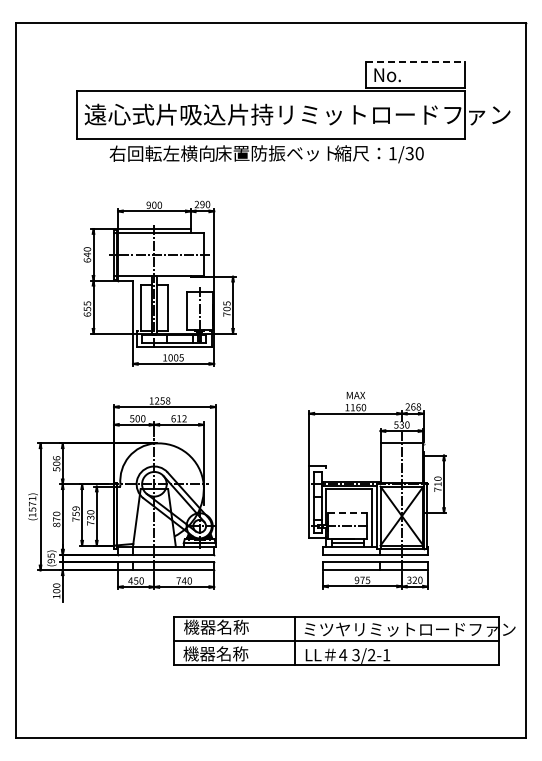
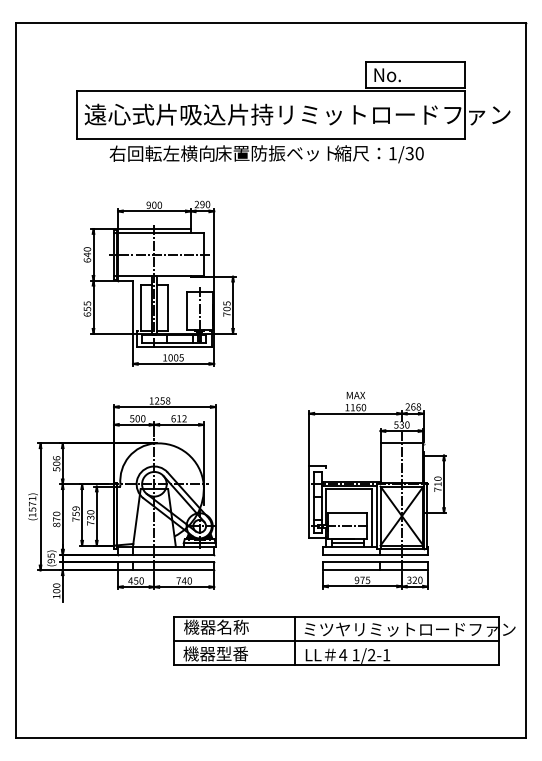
line at (415, 62): dashed -> solid
line at (348, 513): dashed -> solid
text at (232, 653): 機器名称 -> 機器型番
text at (355, 655): 3/2-1 -> 1/2-1
